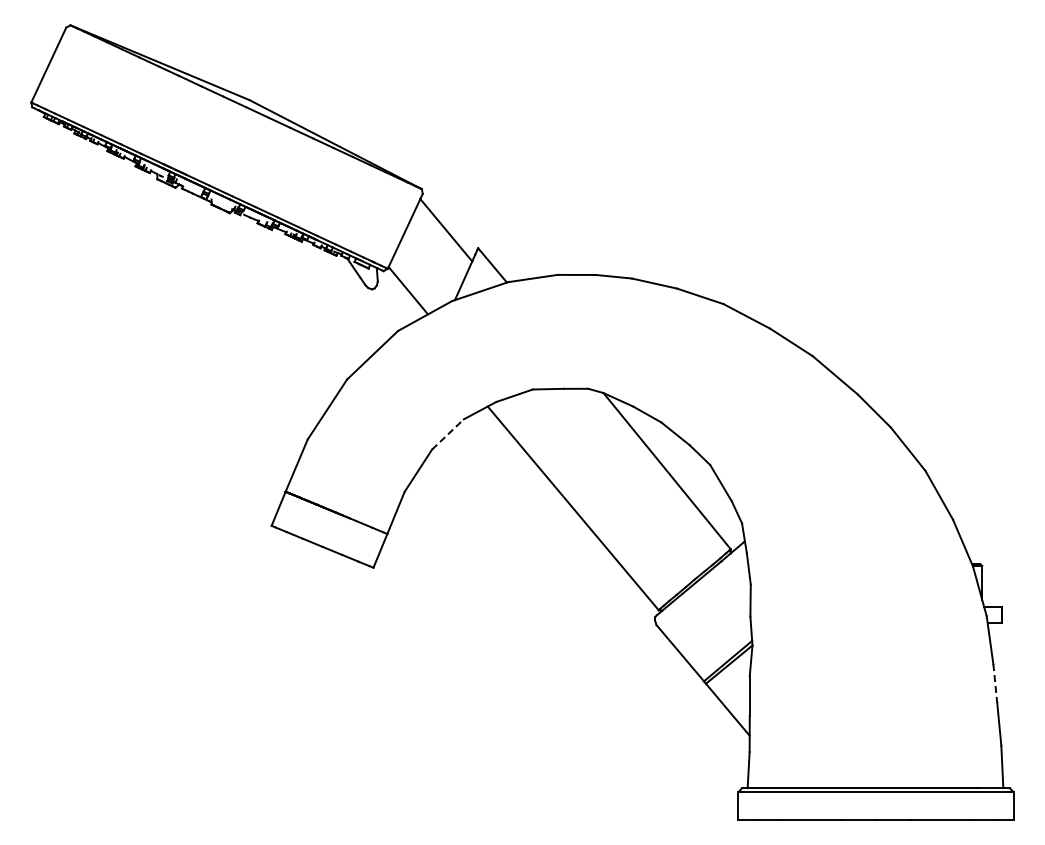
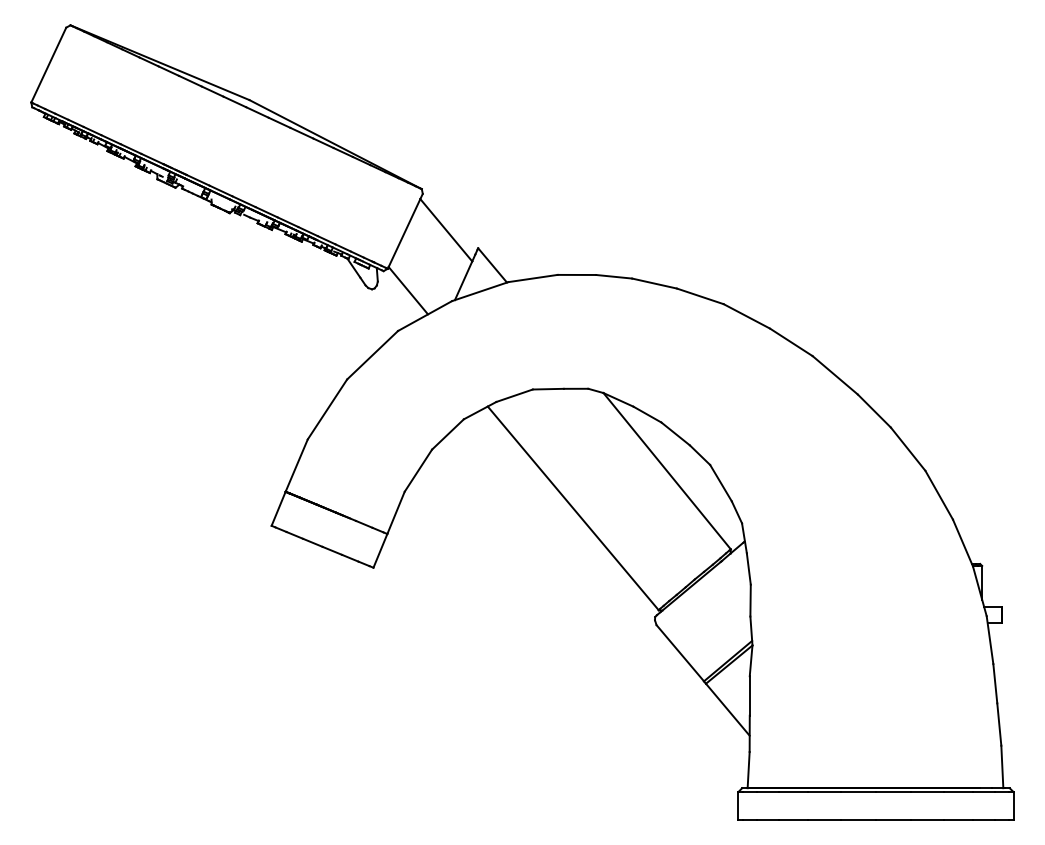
line at (447, 434): dashed -> solid
line at (995, 683): dashed -> solid
